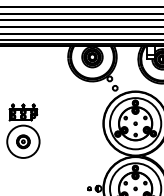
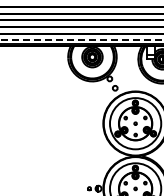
line at (82, 39): solid -> dashed
part at (23, 130): present -> none
